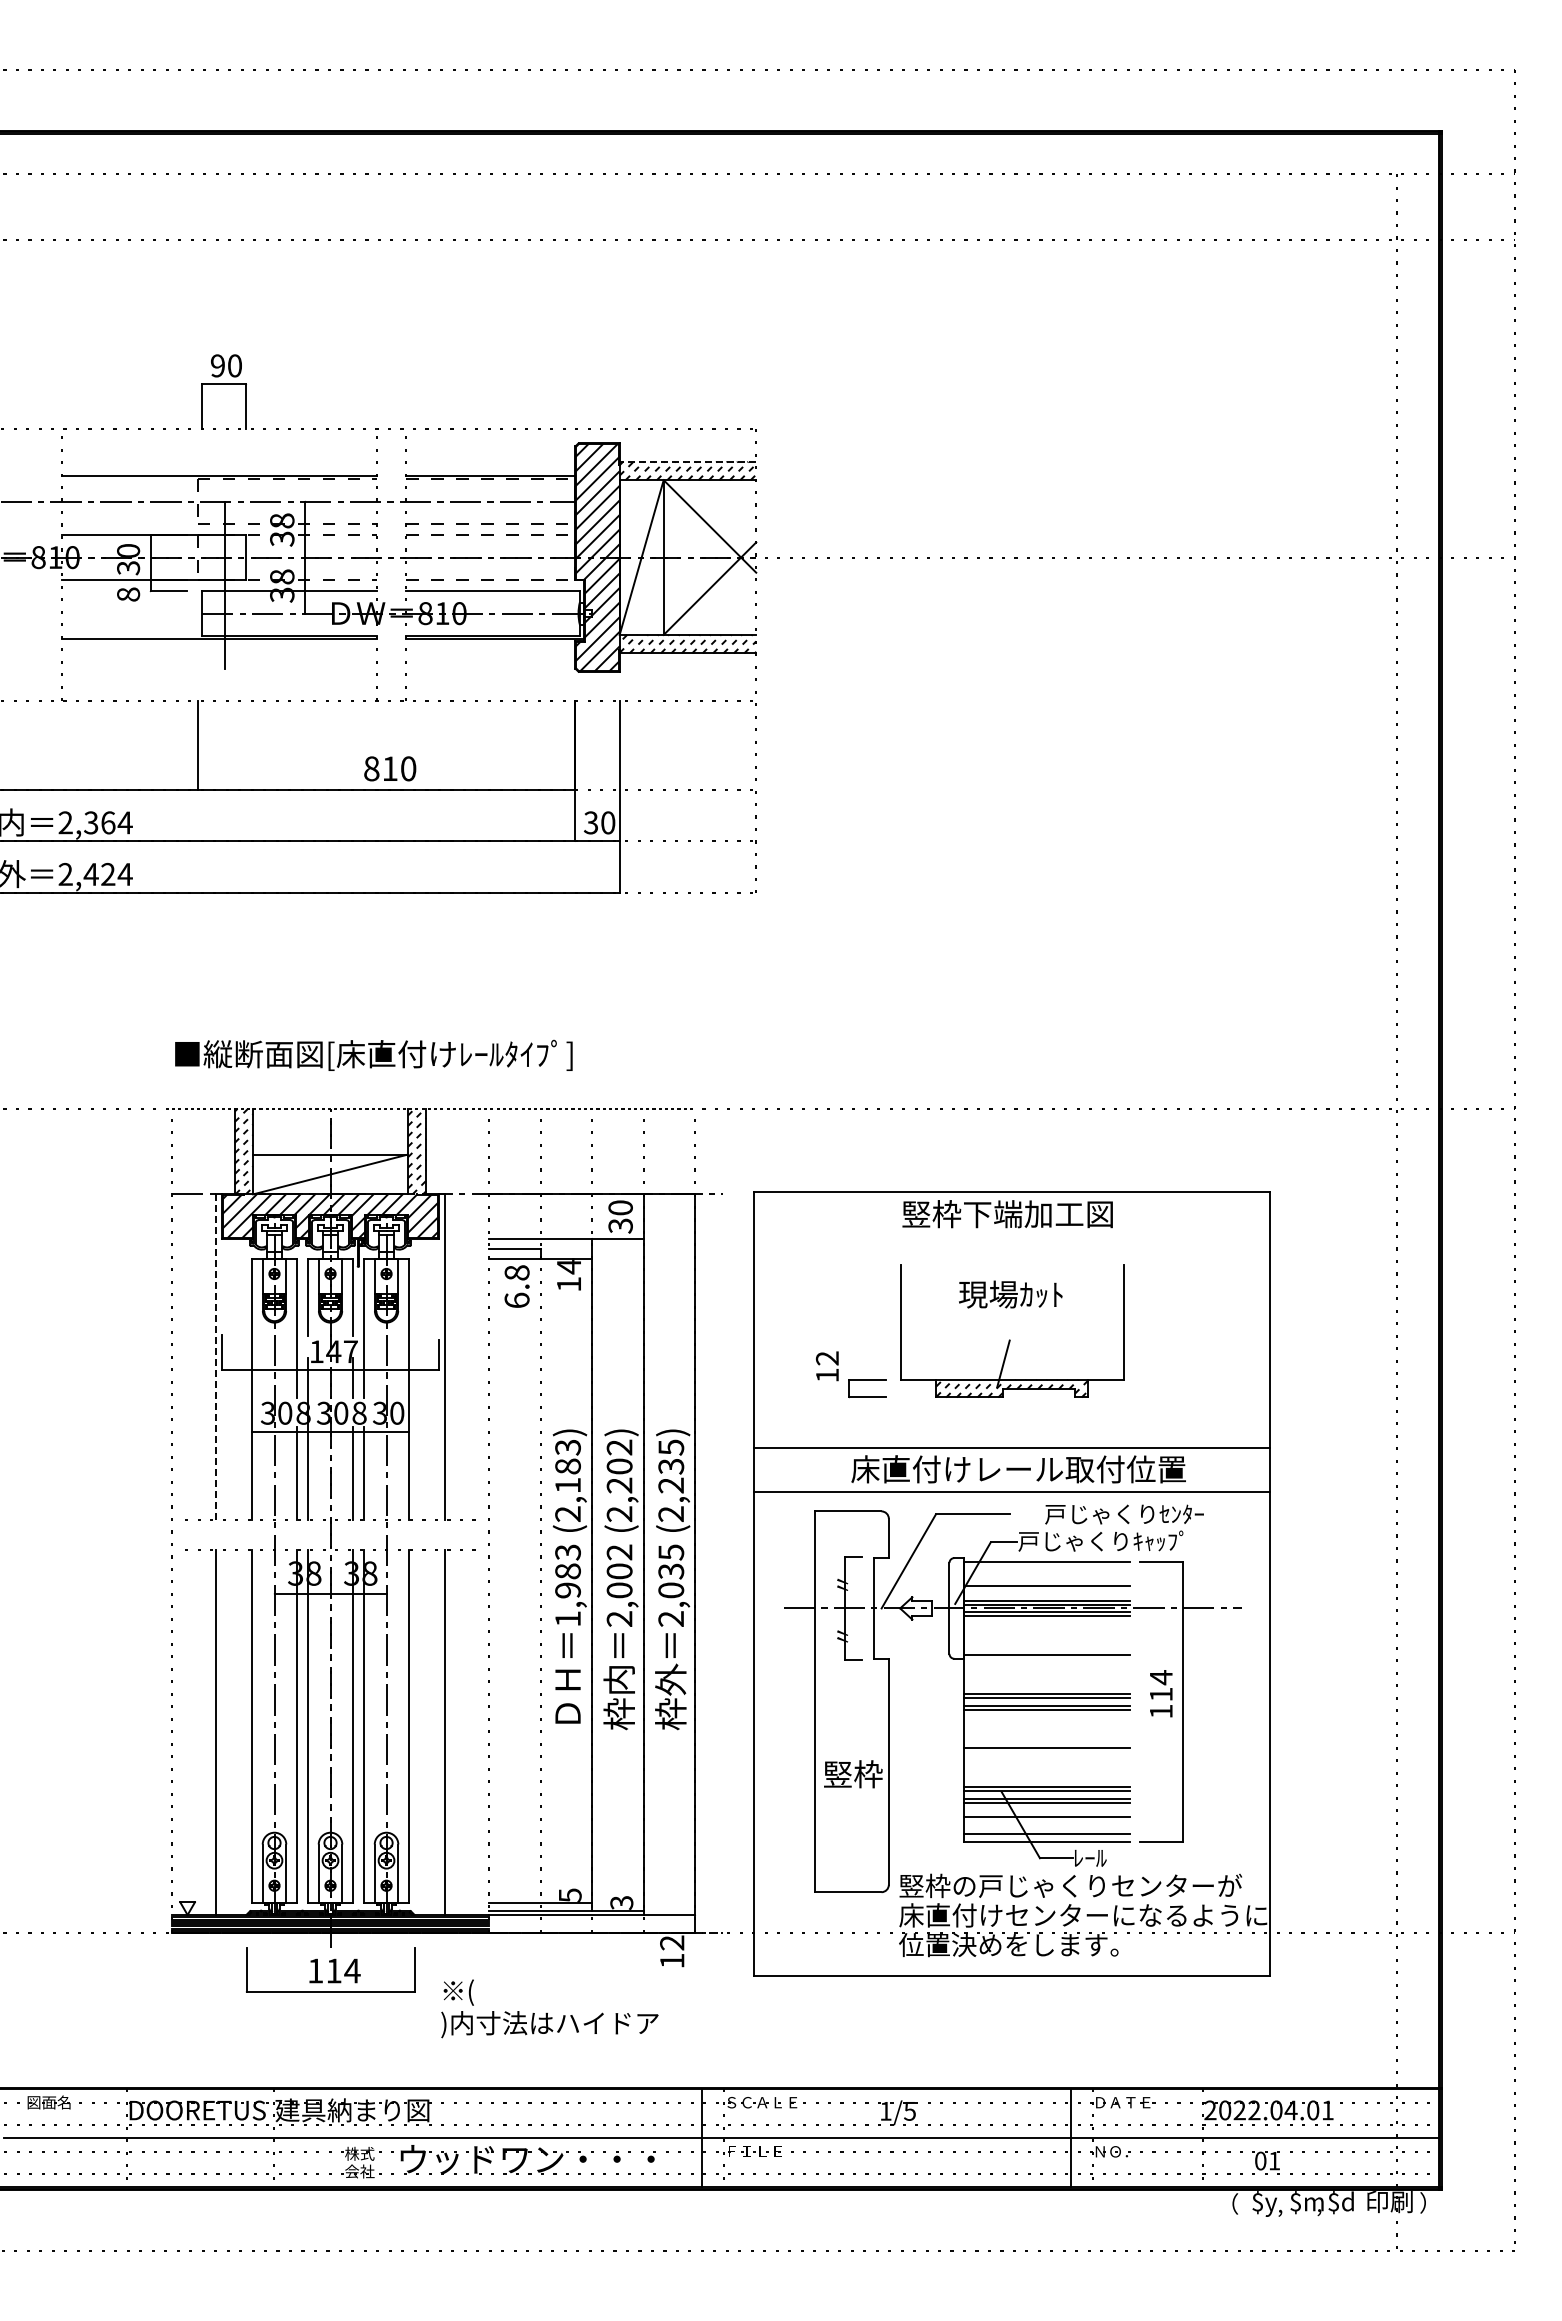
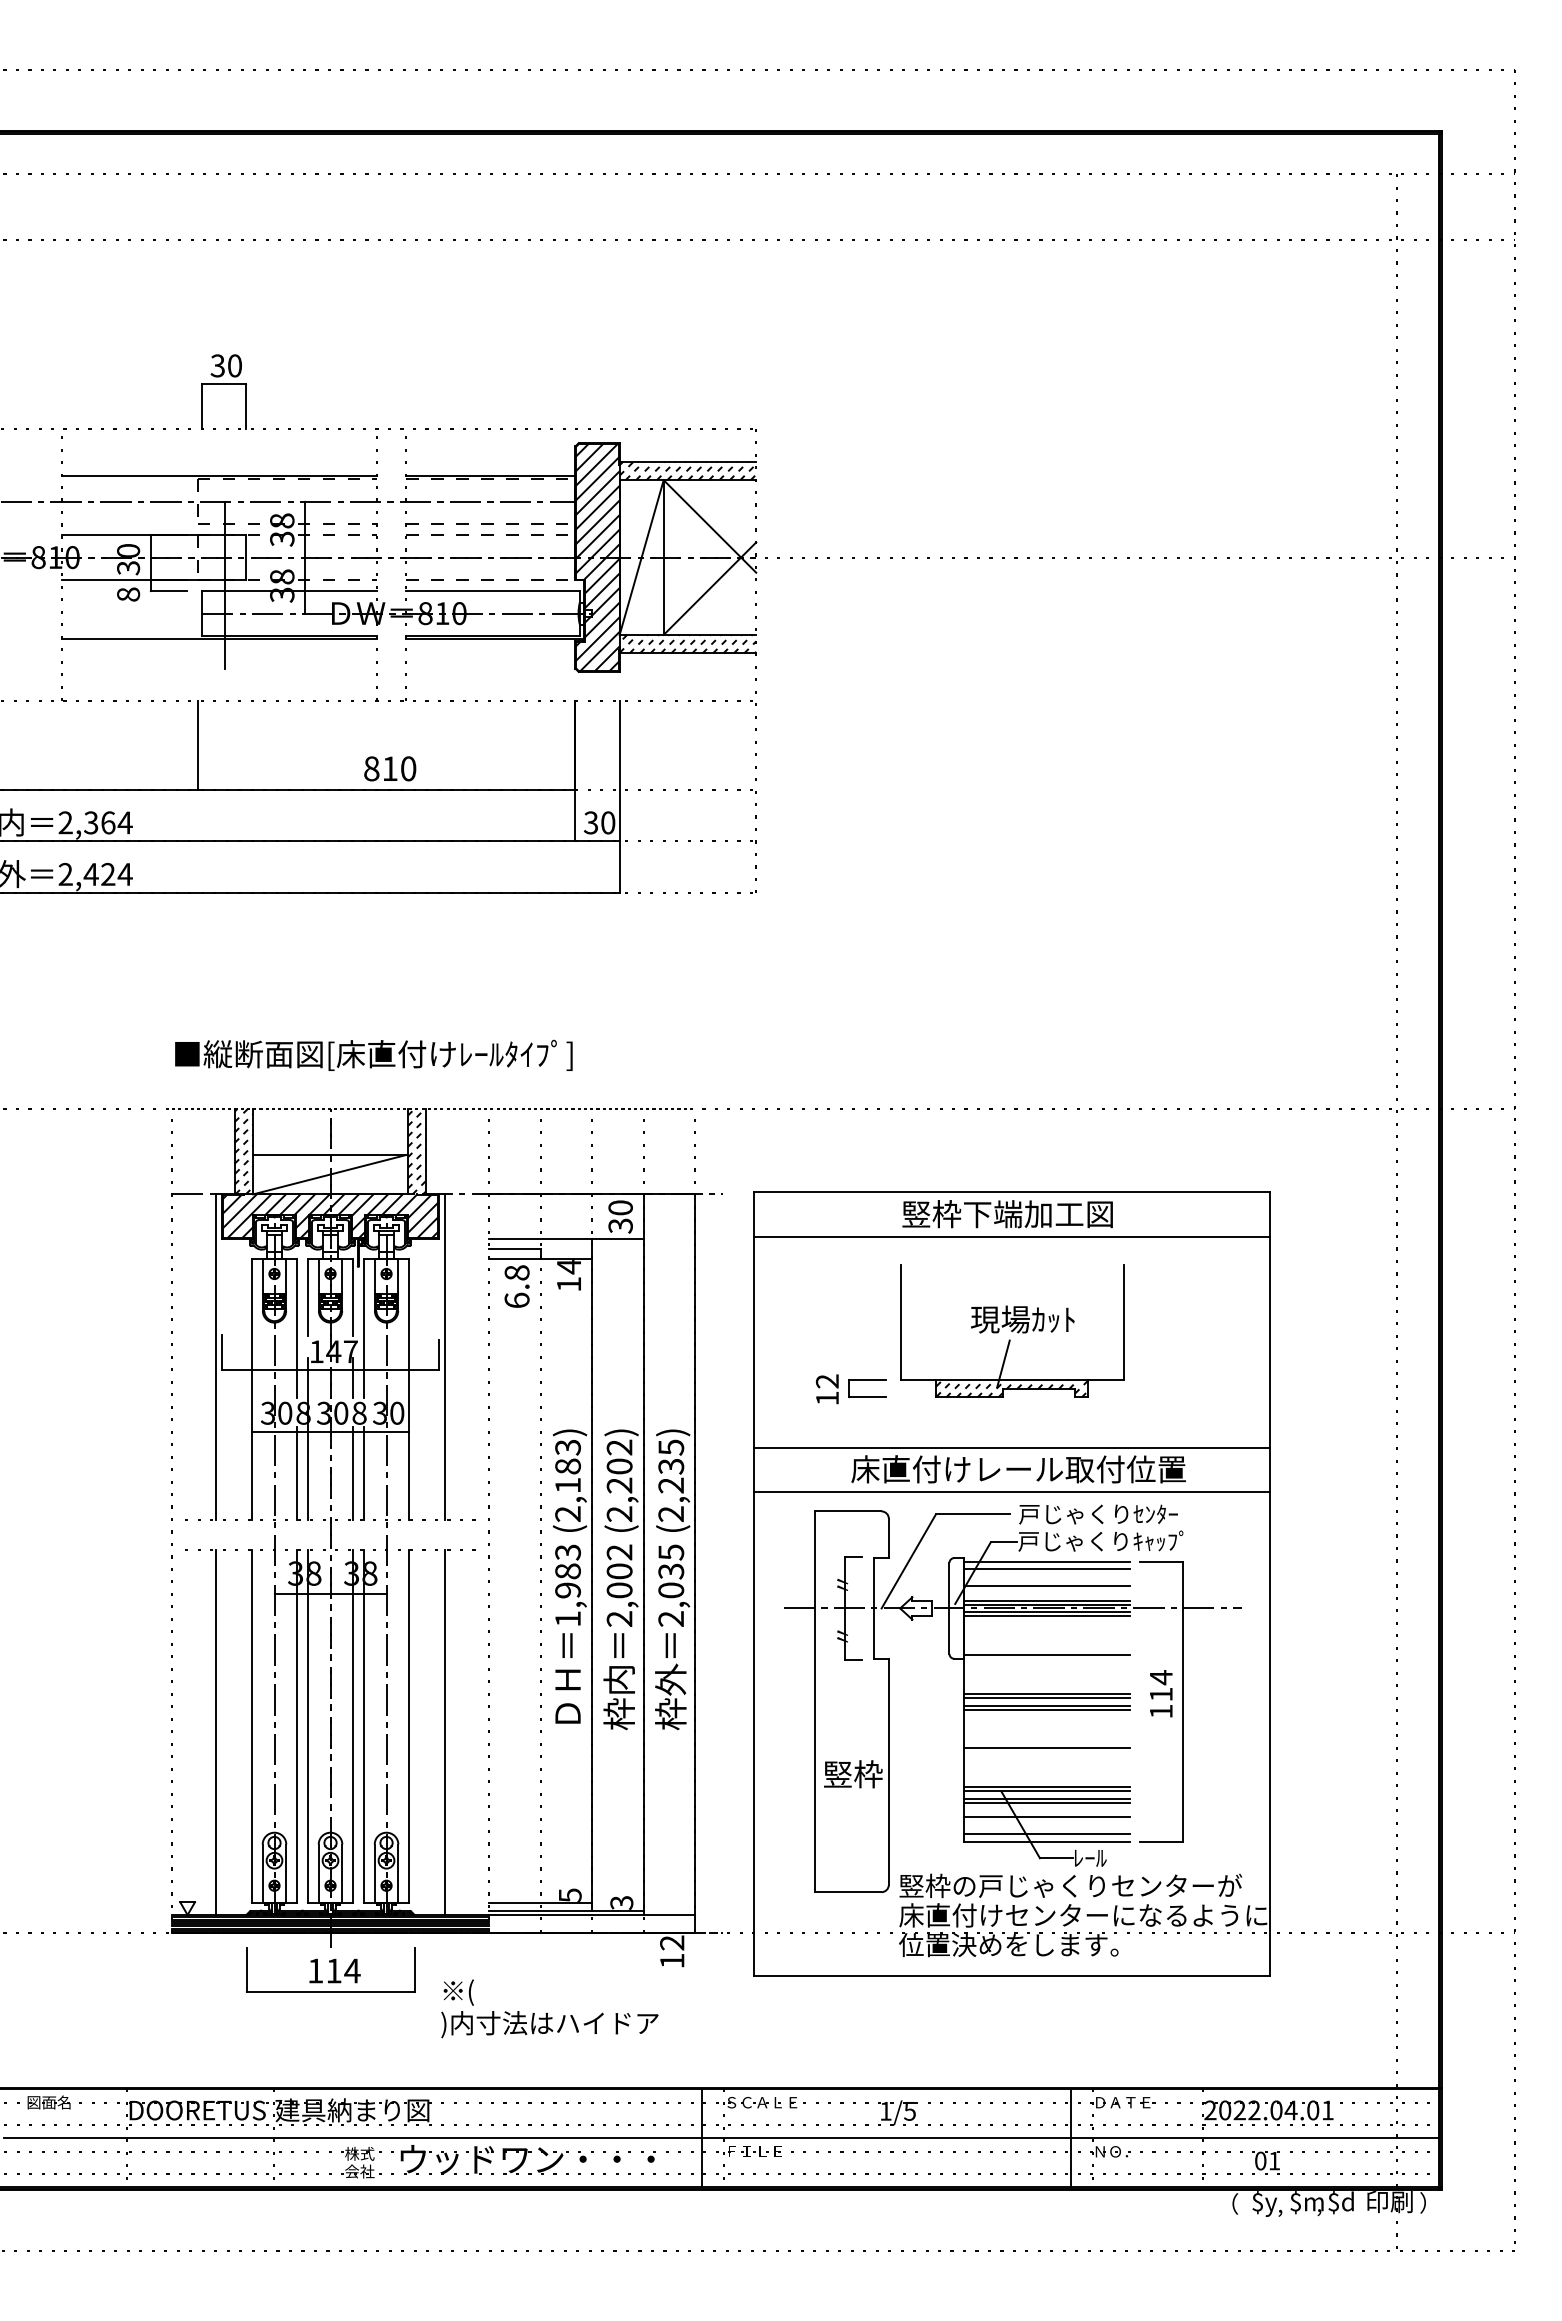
text at (217, 365): 90 -> 30
line at (687, 461): dashed -> solid
line at (1012, 1236): none -> present
text at (1010, 1294) position: (1010, 1294) -> (1022, 1319)
line at (216, 1357): dashed -> solid
text at (827, 1366) position: (827, 1366) -> (827, 1389)
text at (1124, 1514) position: (1124, 1514) -> (1098, 1514)
line at (1046, 1569): none -> present
